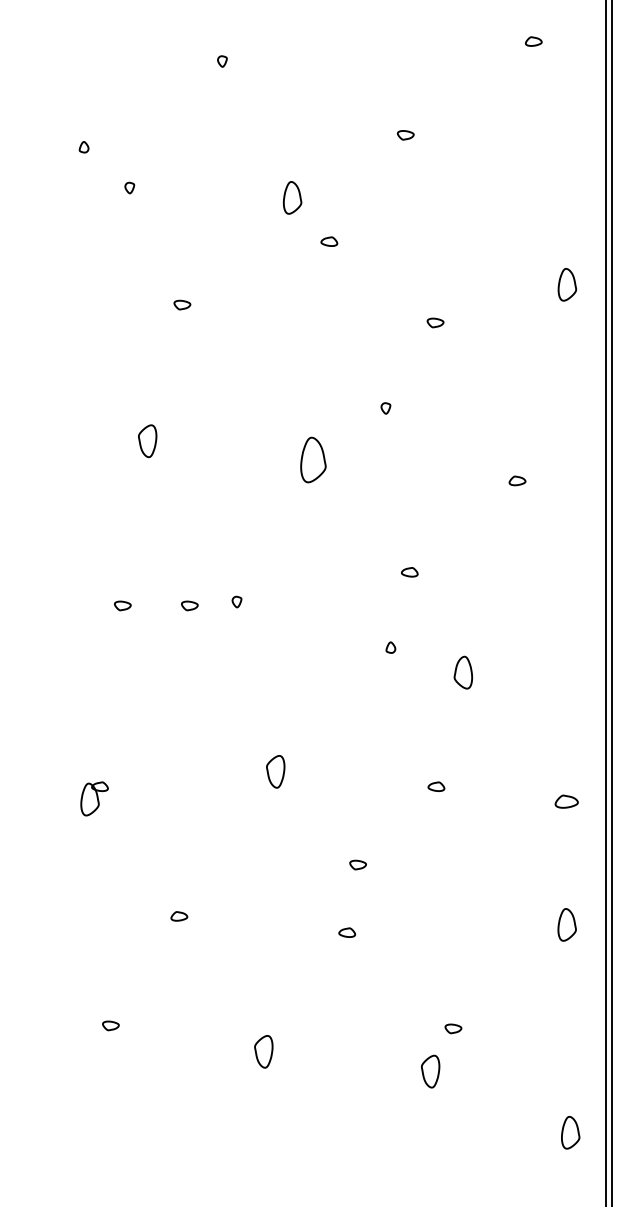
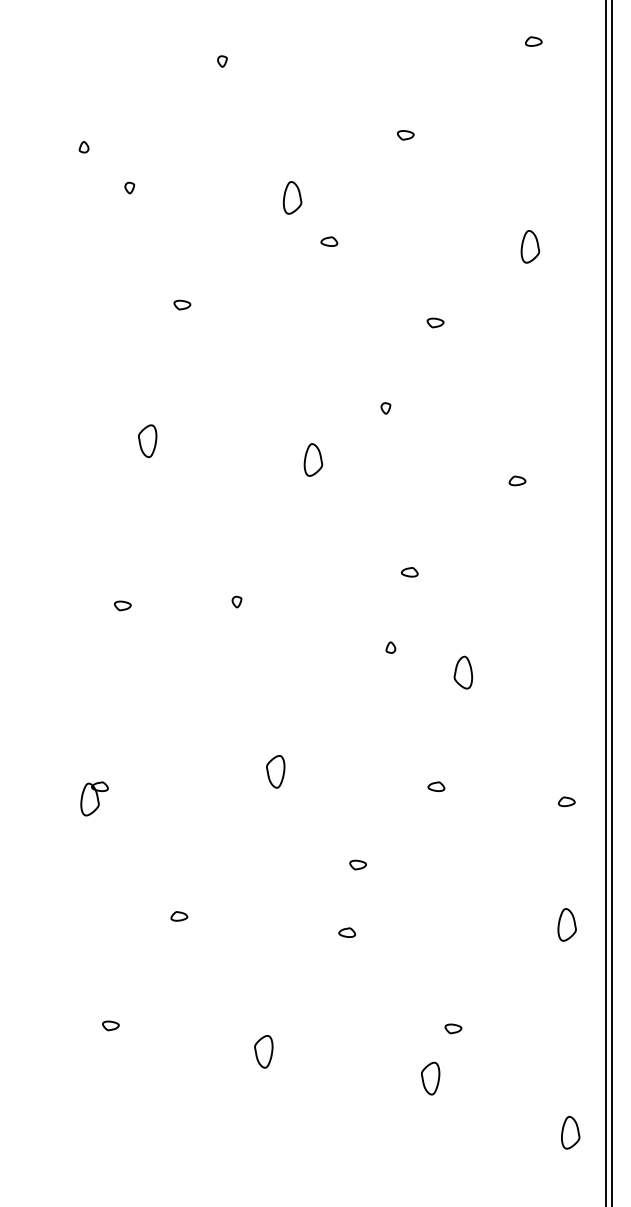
part at (567, 284) position: (567, 284) -> (530, 246)
part at (313, 459) size: 27x48 px -> 21x34 px
part at (189, 605): present -> none
part at (566, 801) size: 25x15 px -> 18x12 px
part at (430, 1071) position: (430, 1071) -> (430, 1078)
